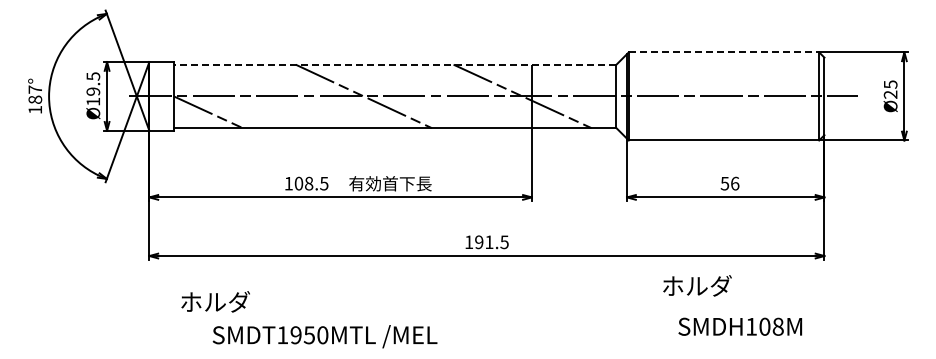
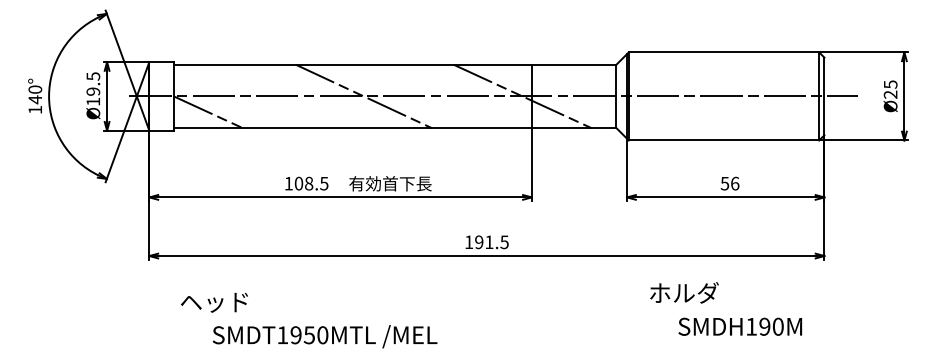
line at (724, 52): dashed -> solid
line at (394, 64): dashed -> solid
text at (35, 94): 187° -> 140°
text at (697, 285) position: (697, 285) -> (684, 292)
text at (215, 301): ホルダ -> ヘッド
text at (771, 326): SMDH108M -> SMDH190M
